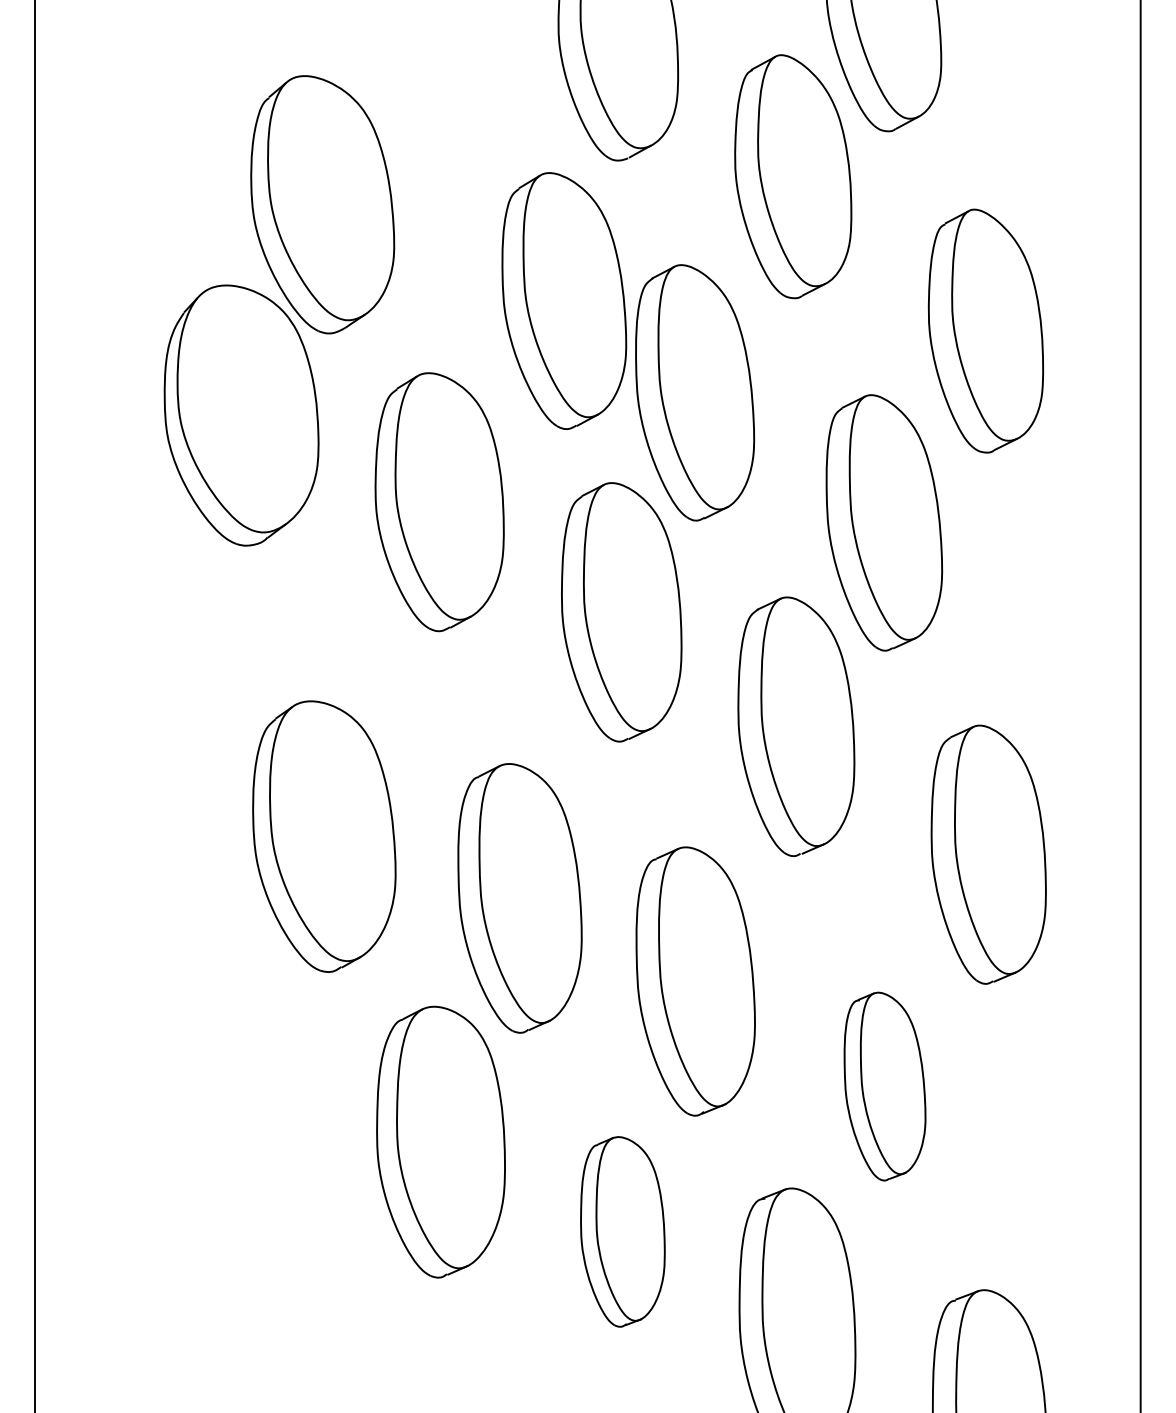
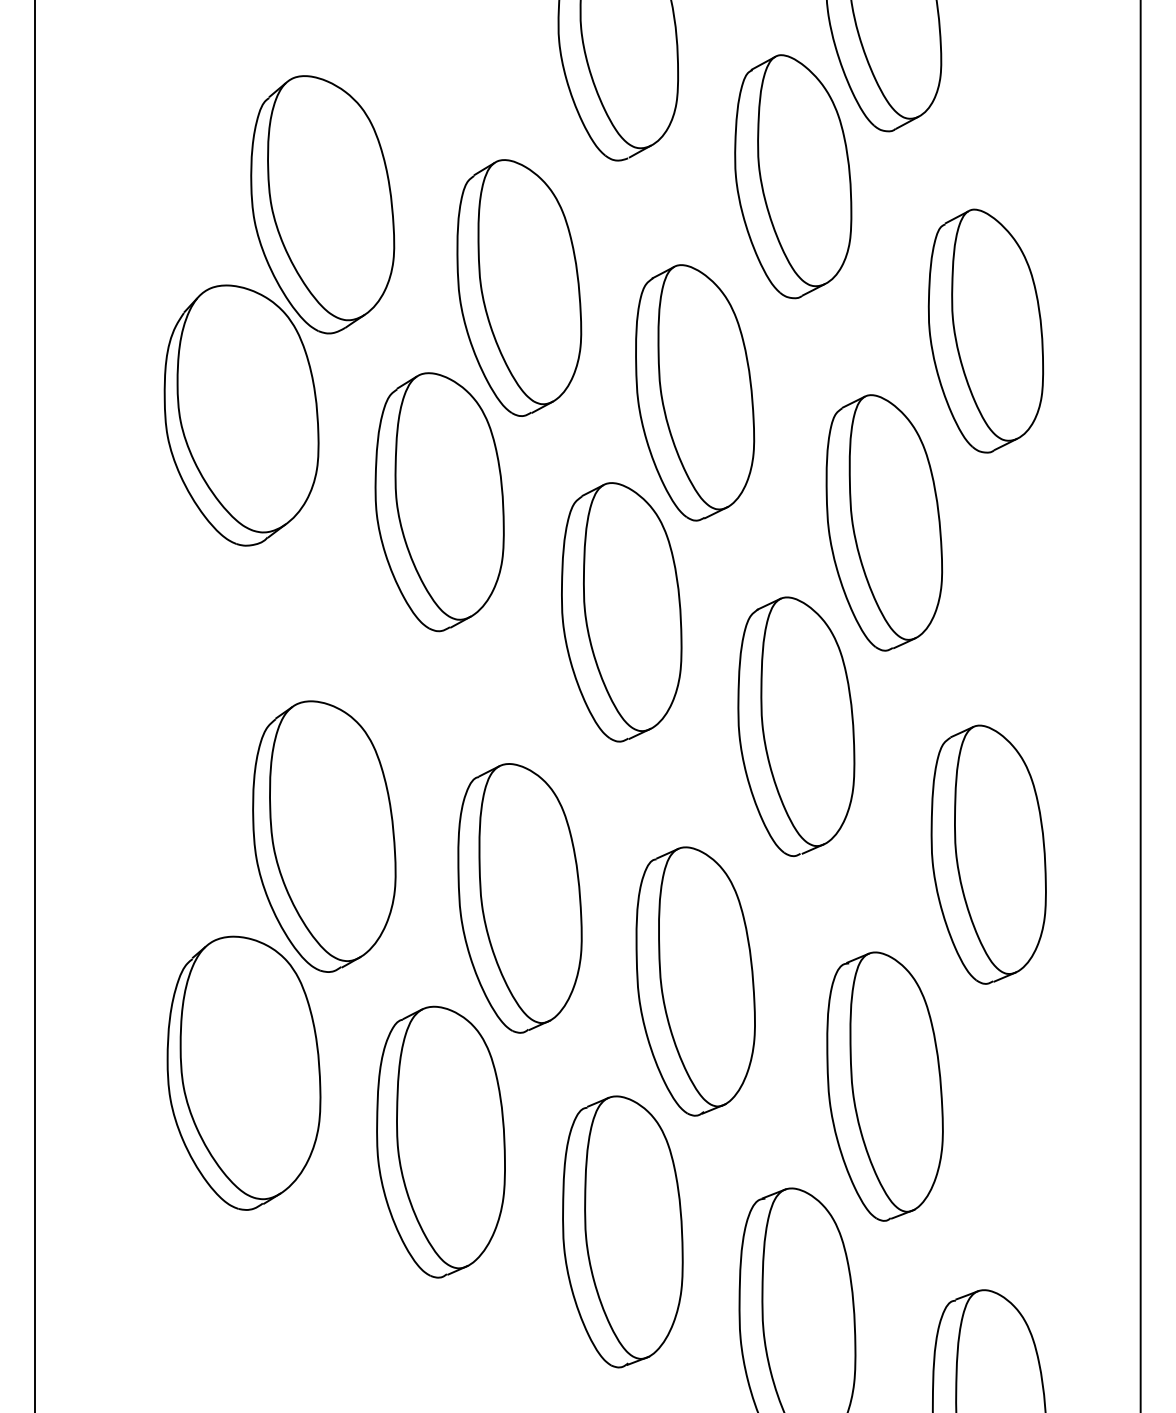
part at (564, 300) position: (564, 300) -> (519, 287)
part at (243, 1072): none -> present
part at (884, 1086) size: 84x191 px -> 118x271 px
part at (622, 1231) size: 86x192 px -> 122x274 px
